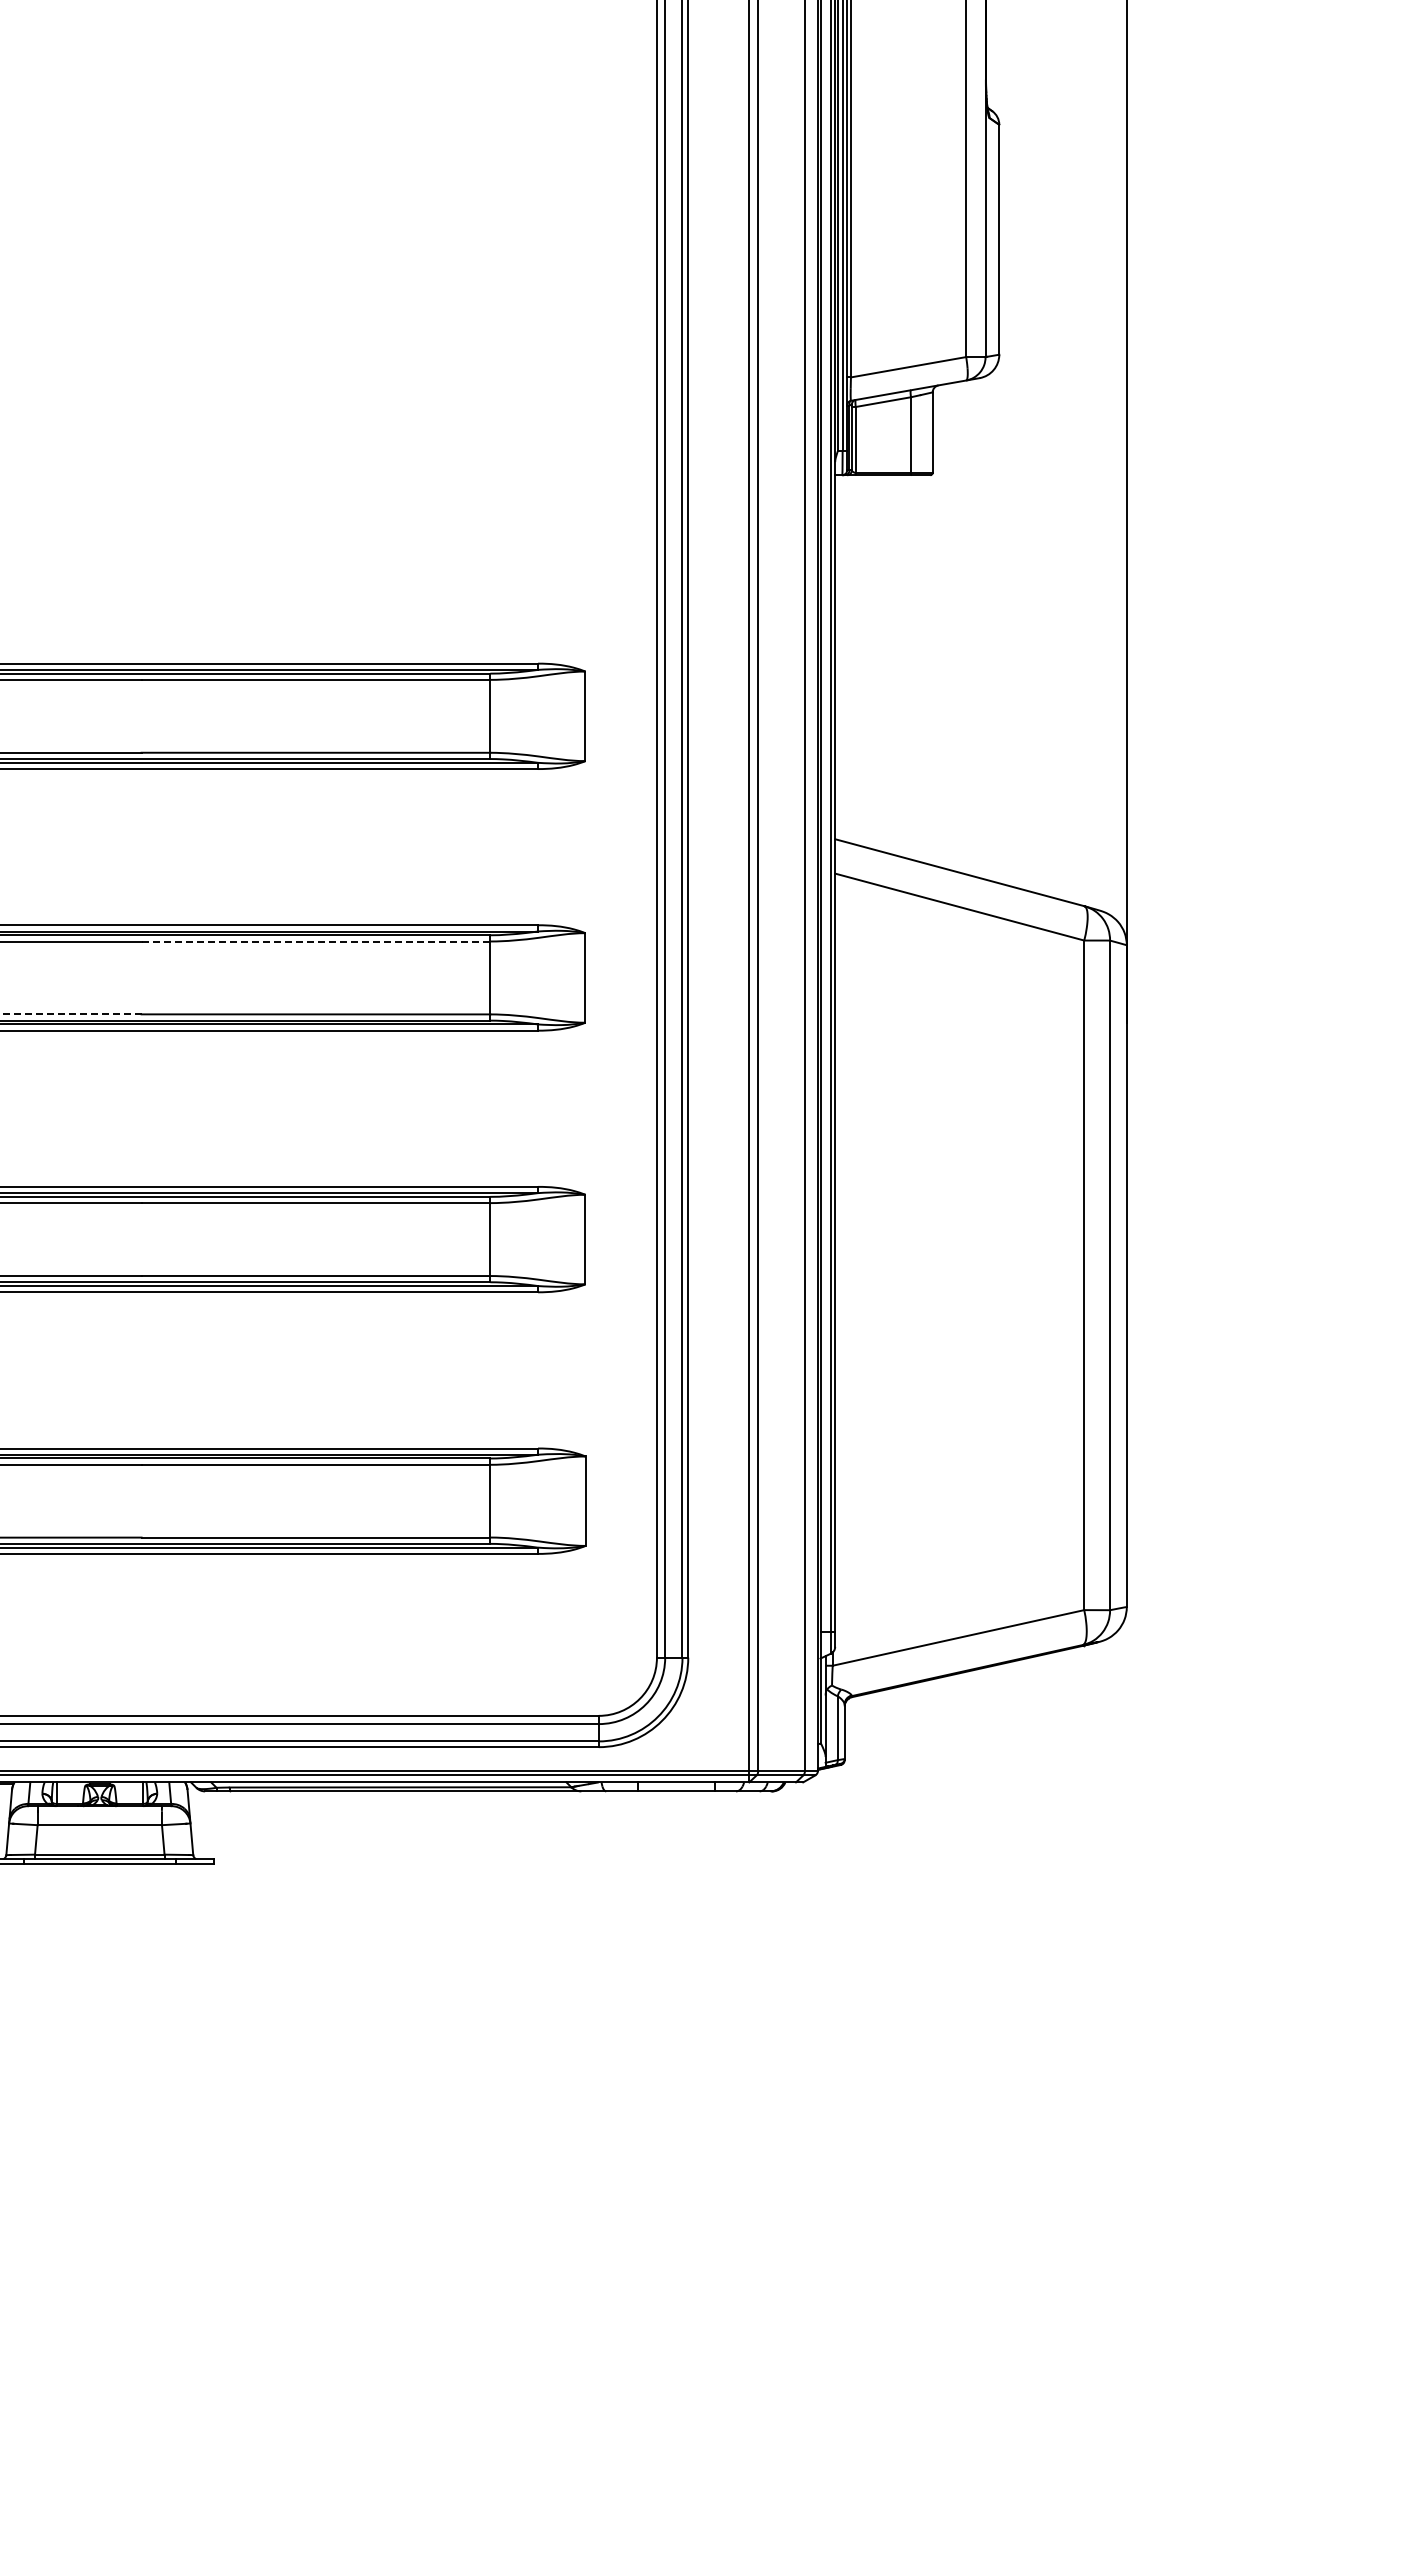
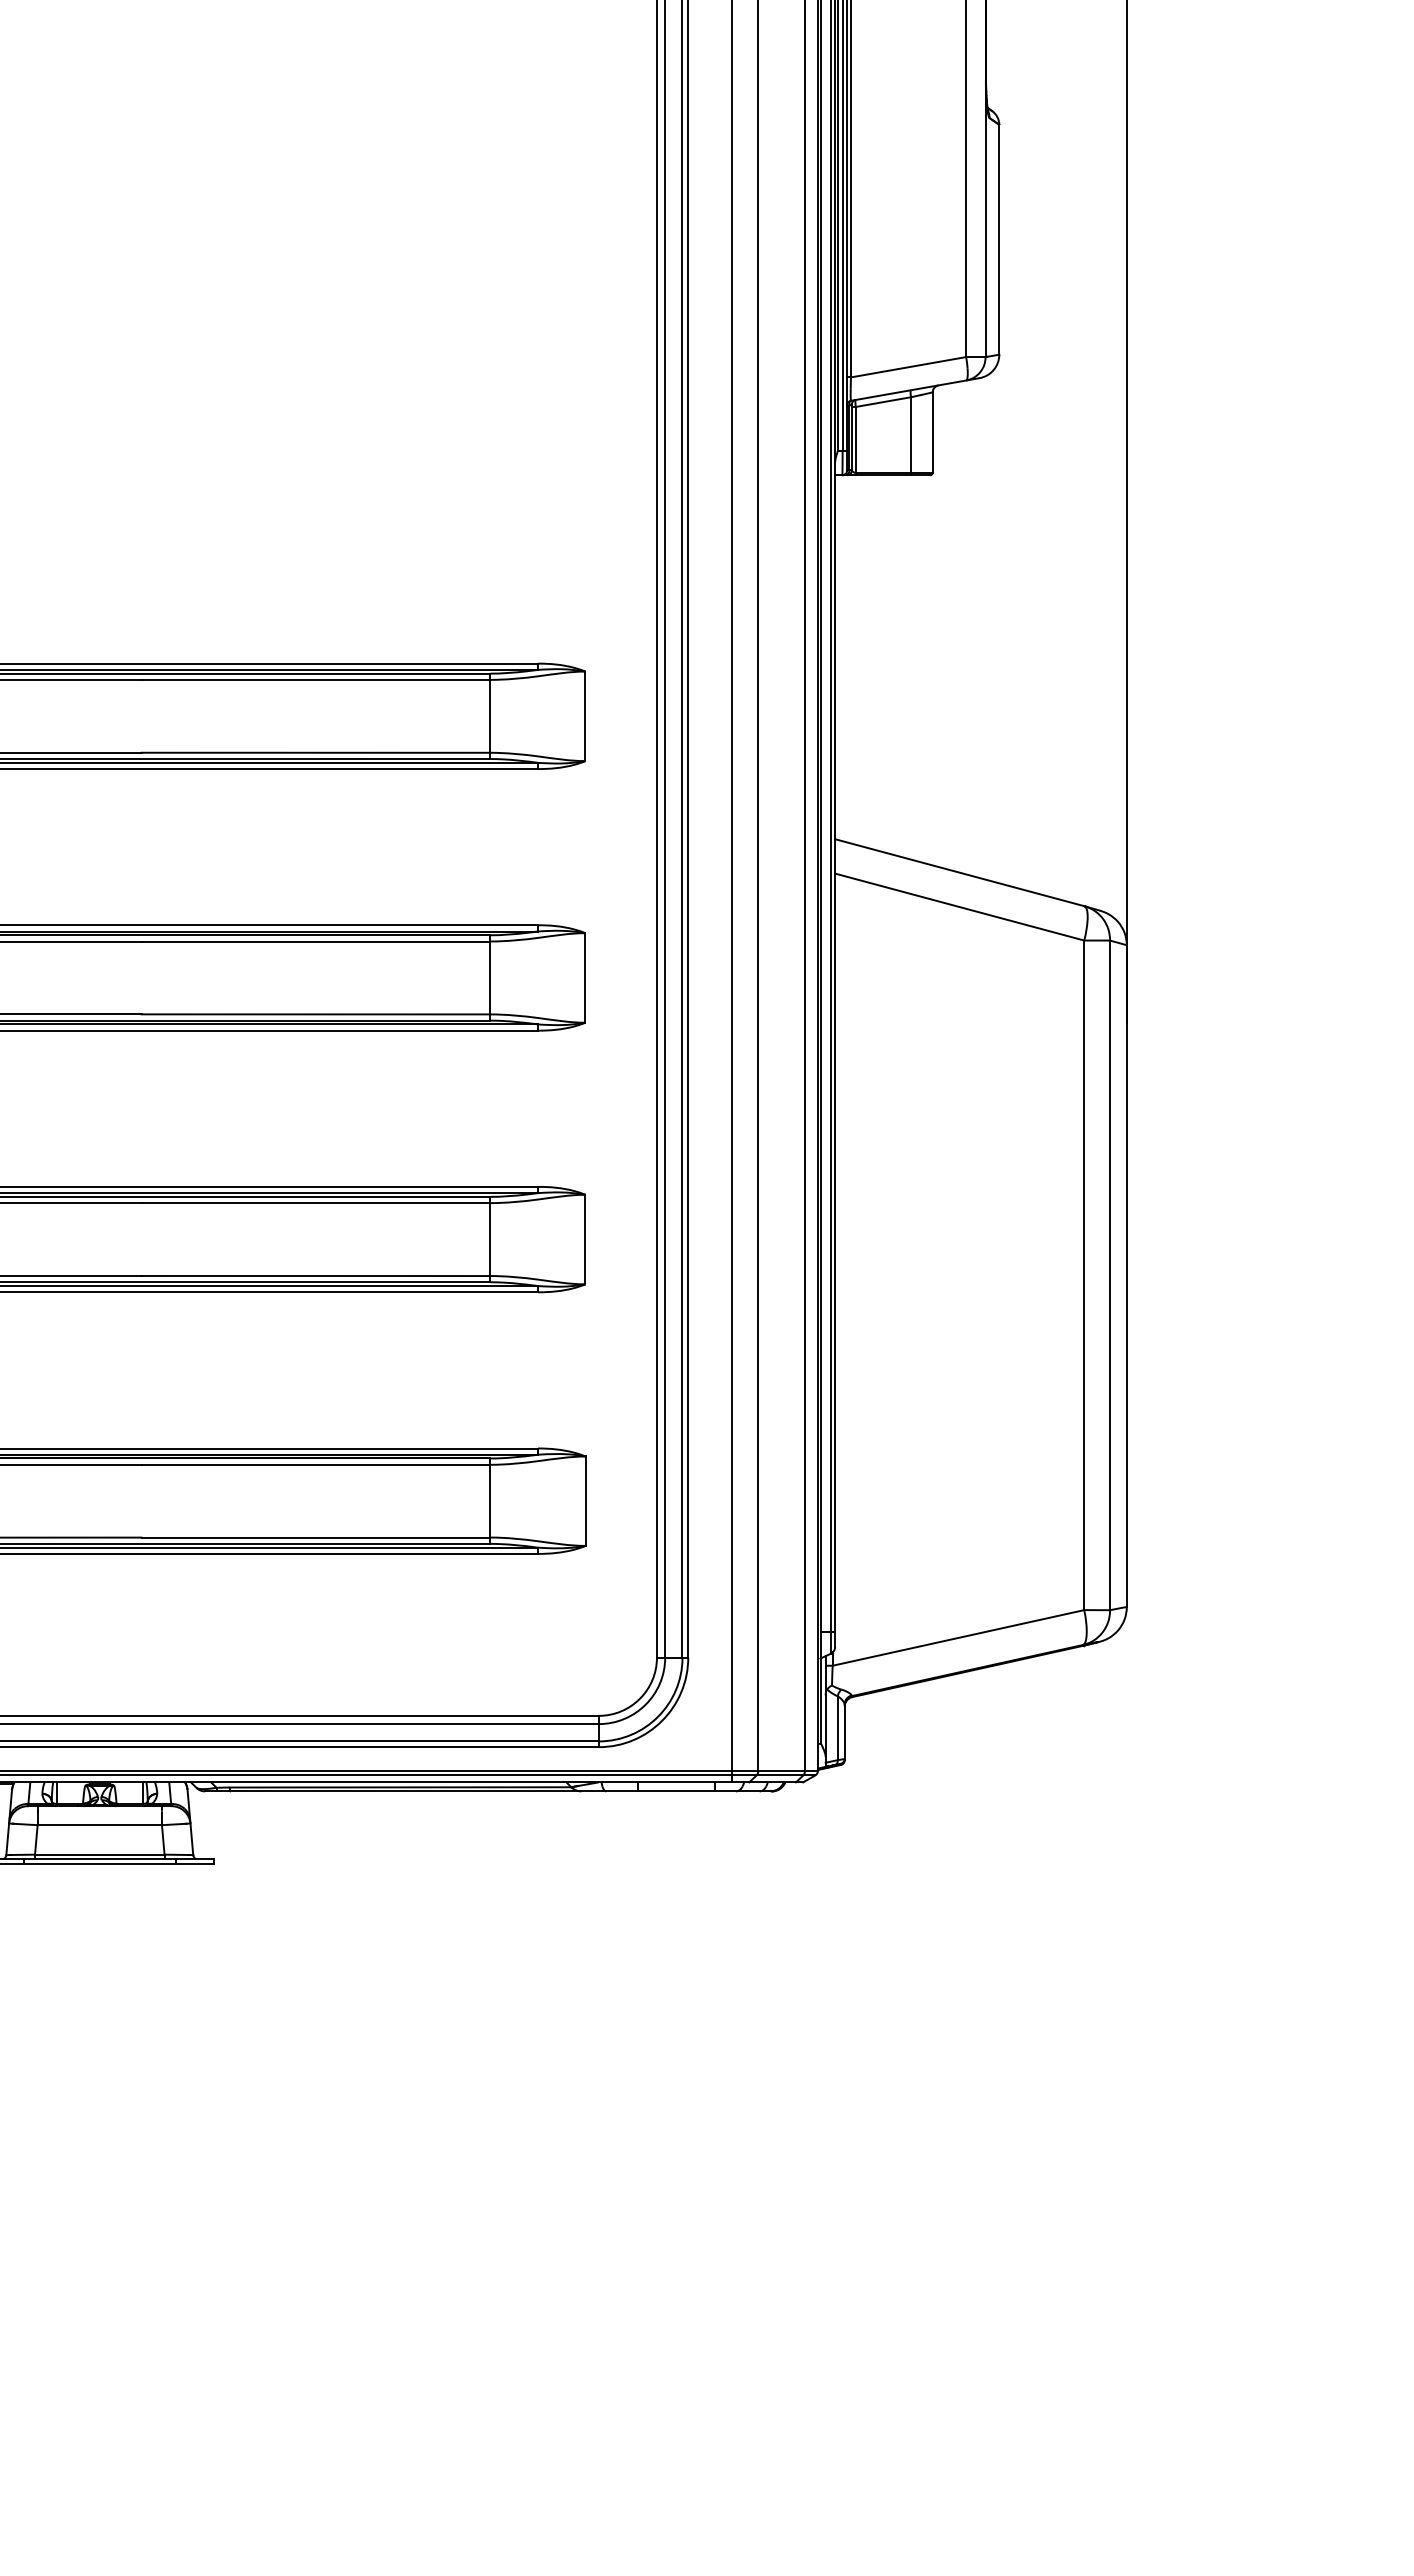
line at (749, 892) position: (749, 892) -> (732, 892)
line at (316, 941): dashed -> solid
line at (70, 1014): dashed -> solid
